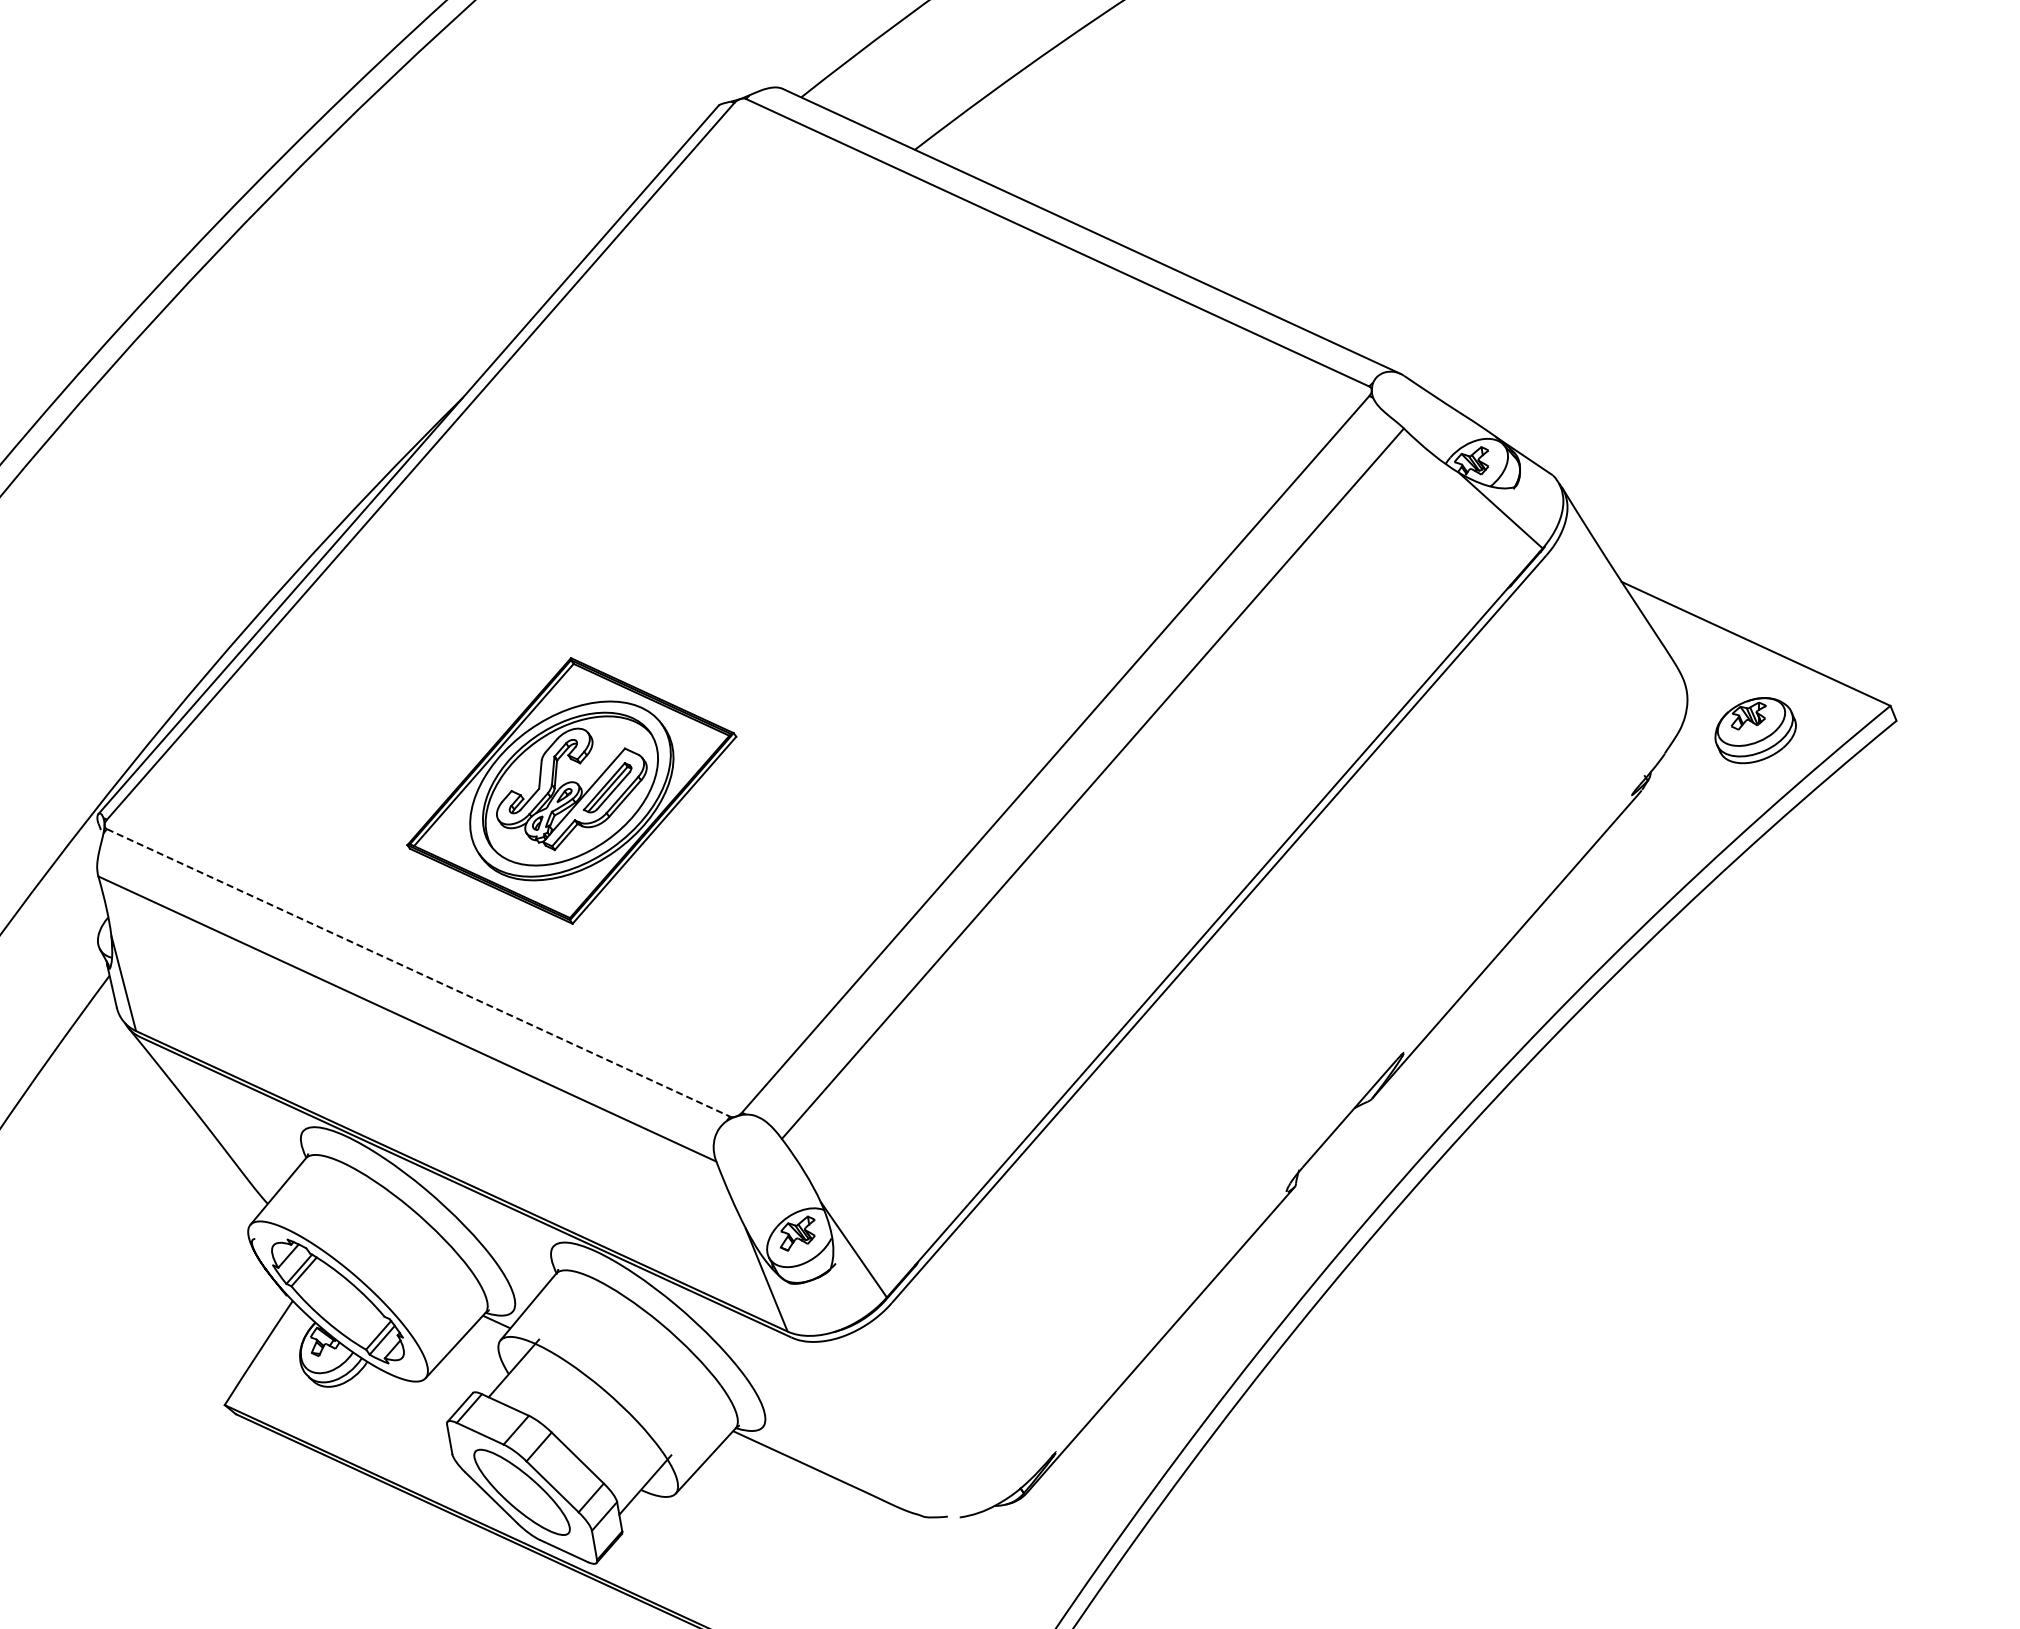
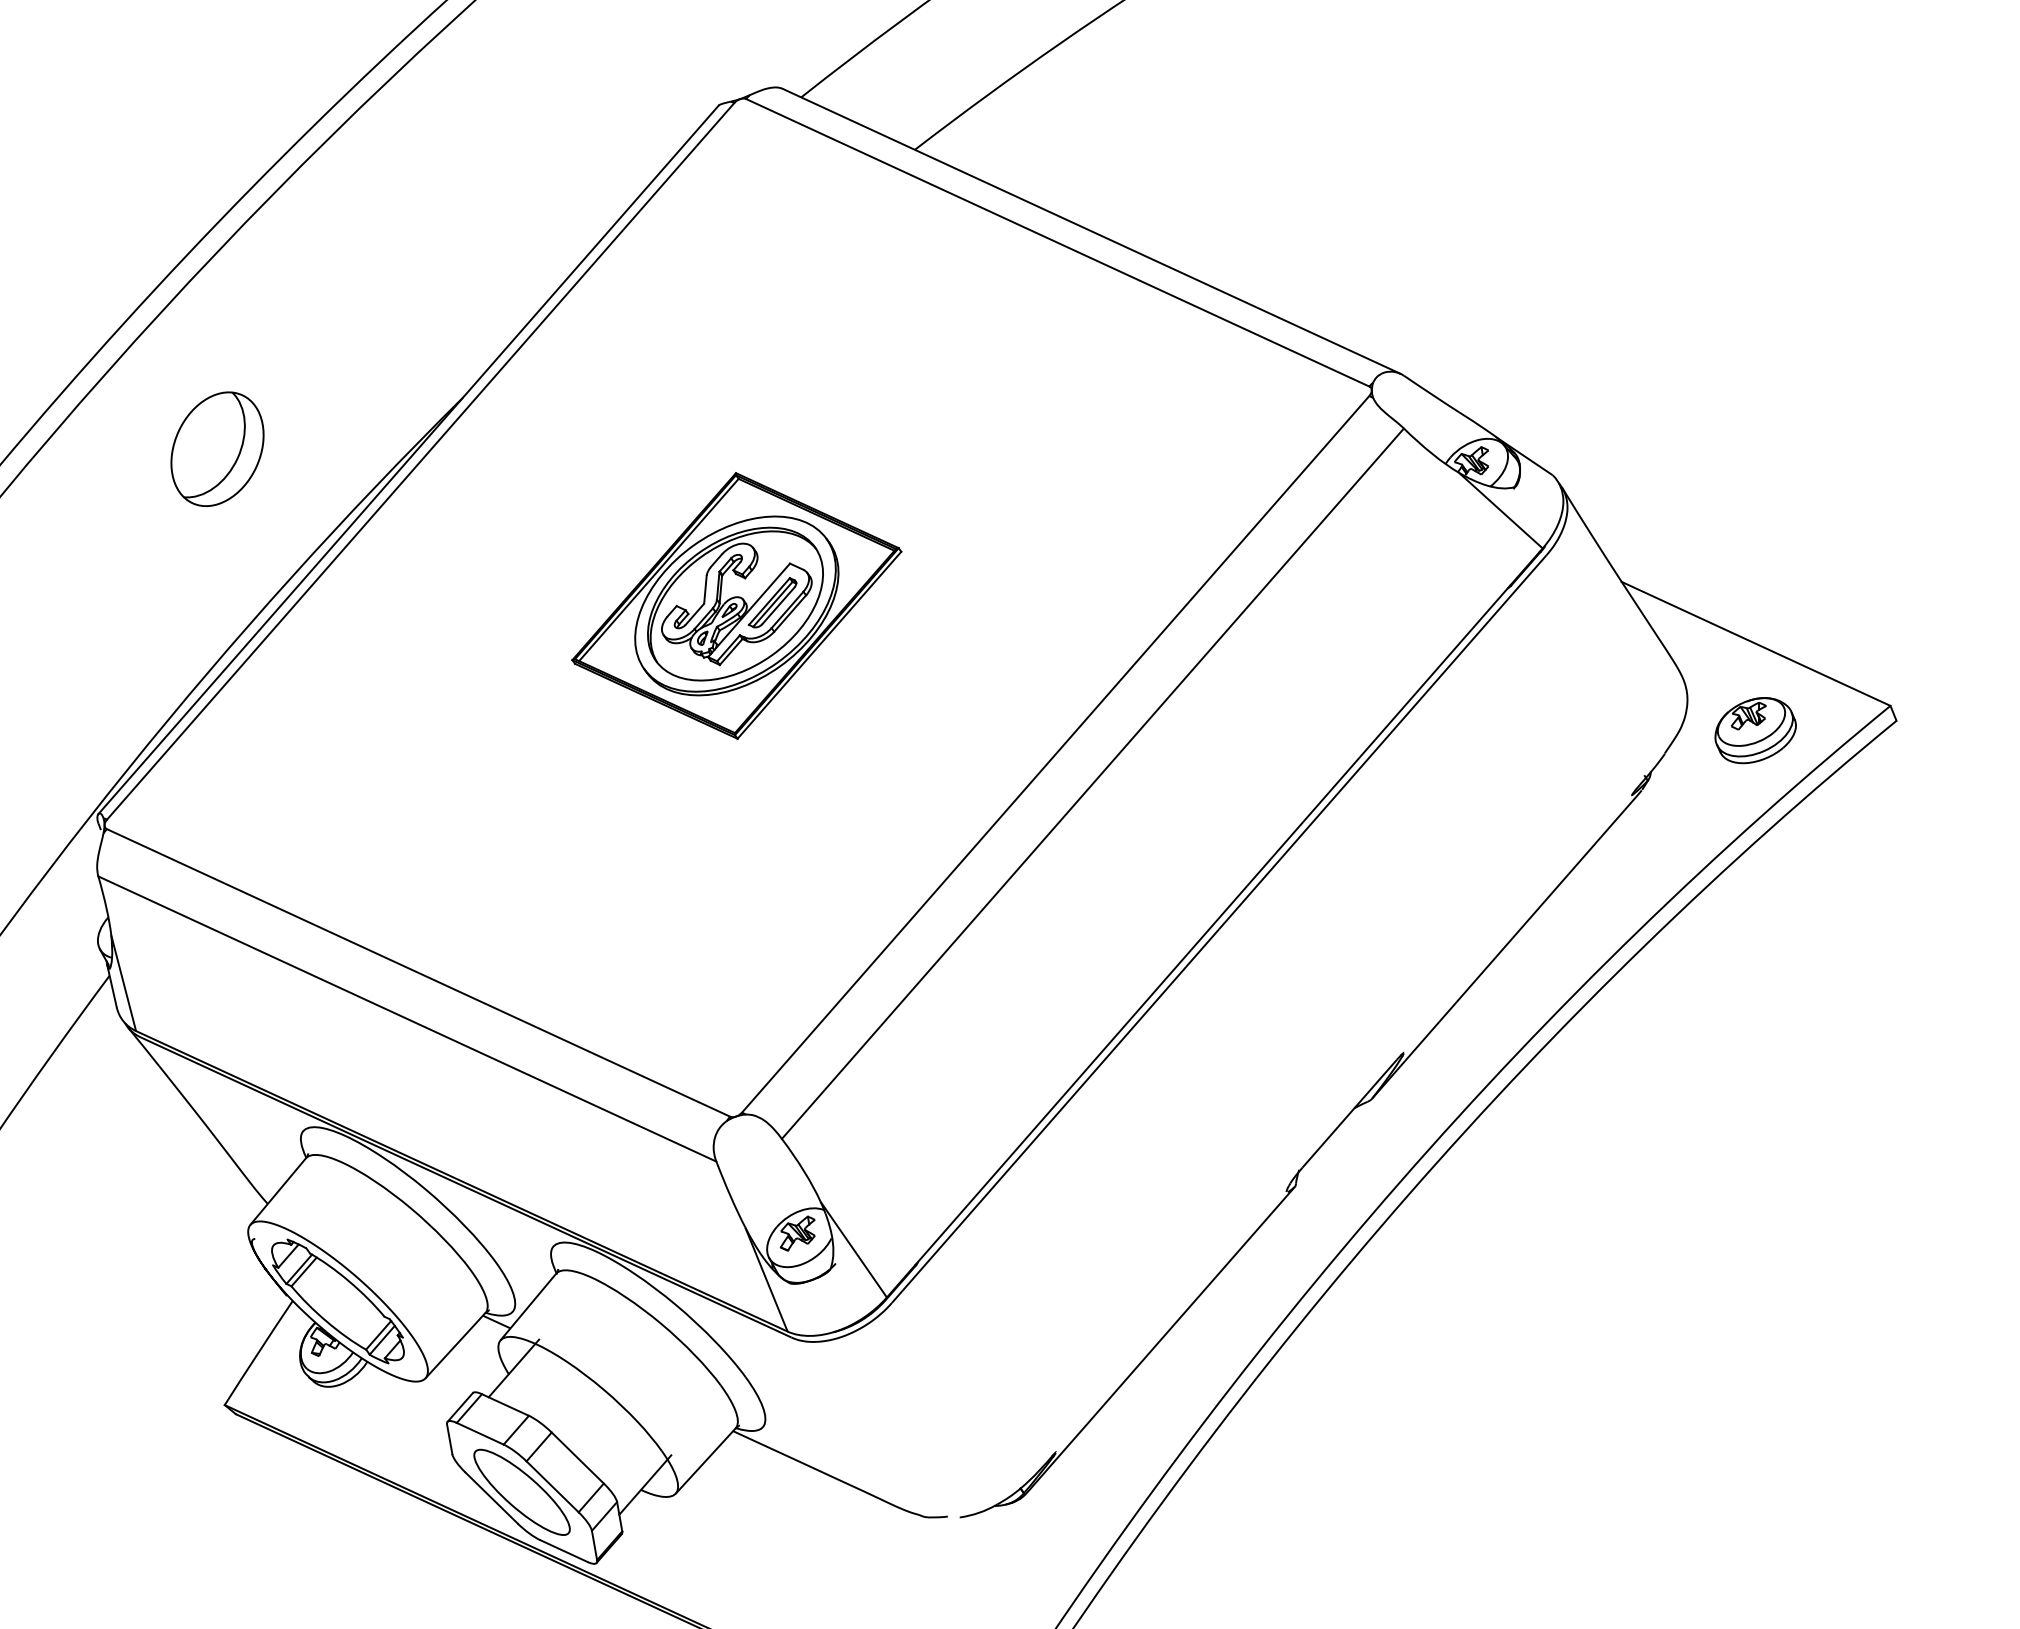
part at (217, 448): none -> present
part at (571, 790) position: (571, 790) -> (736, 605)
line at (419, 973): dashed -> solid
